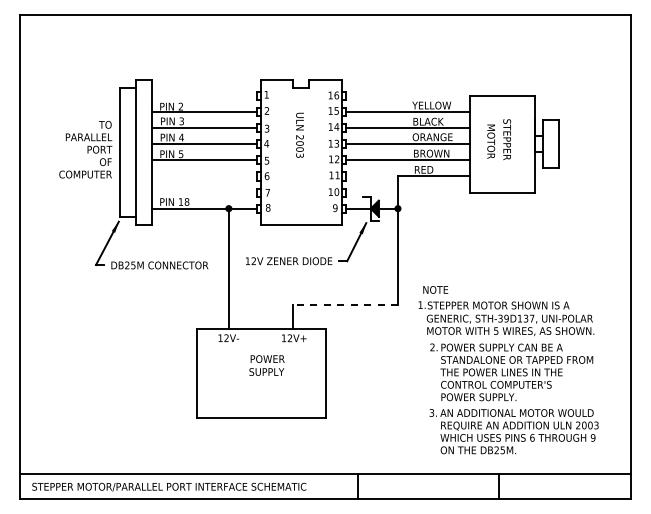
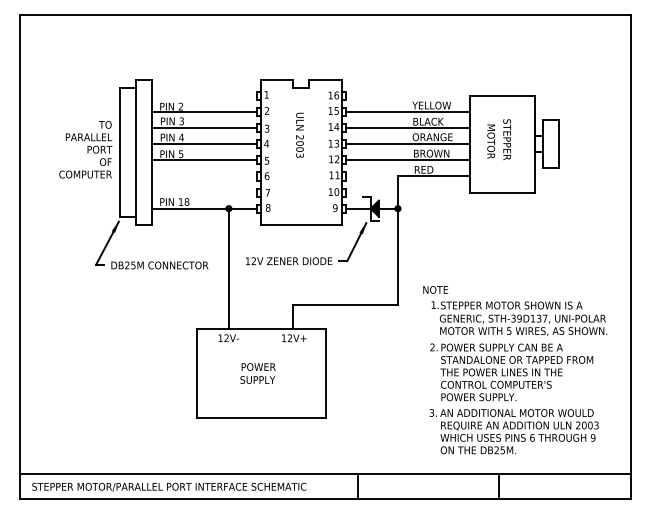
line at (345, 305): dashed -> solid
text at (506, 318) position: (506, 318) -> (519, 318)
text at (266, 365) position: (266, 365) -> (257, 373)
